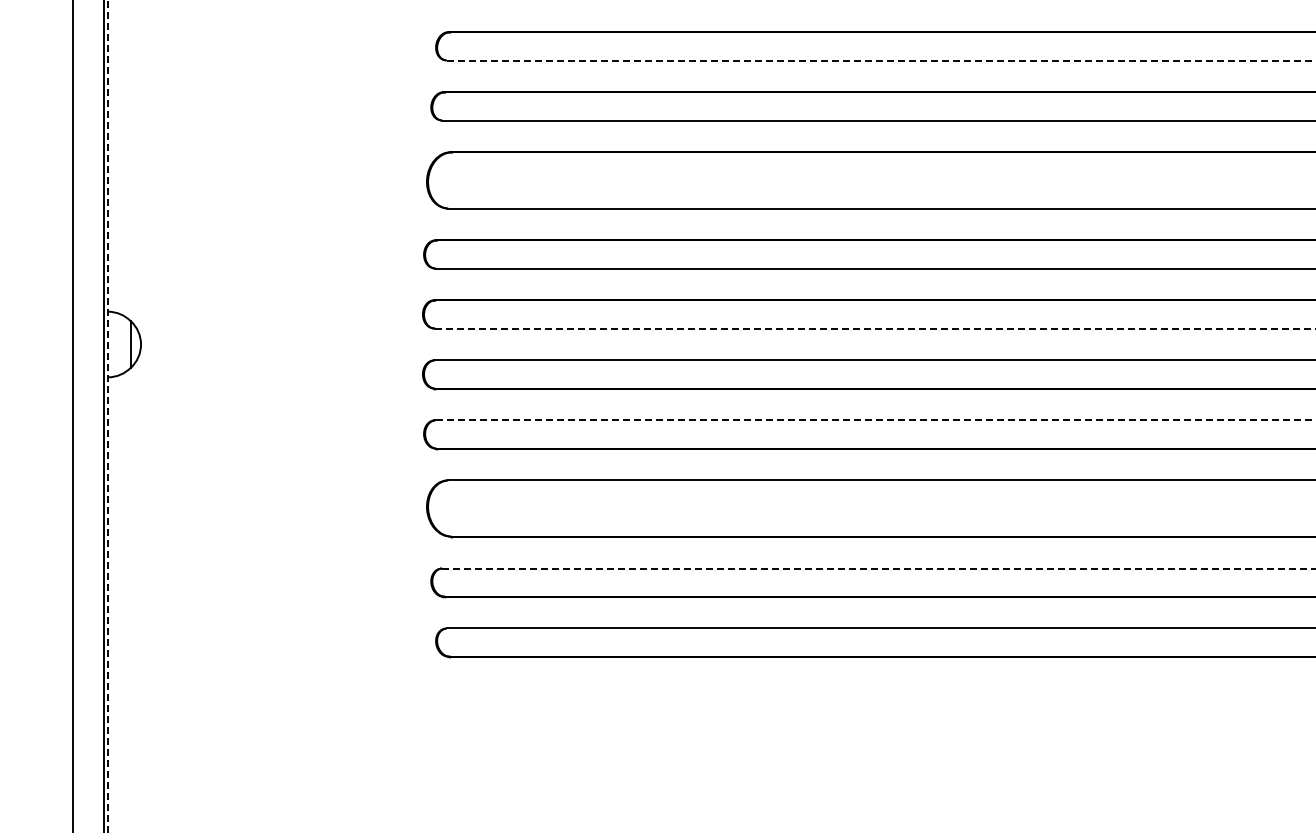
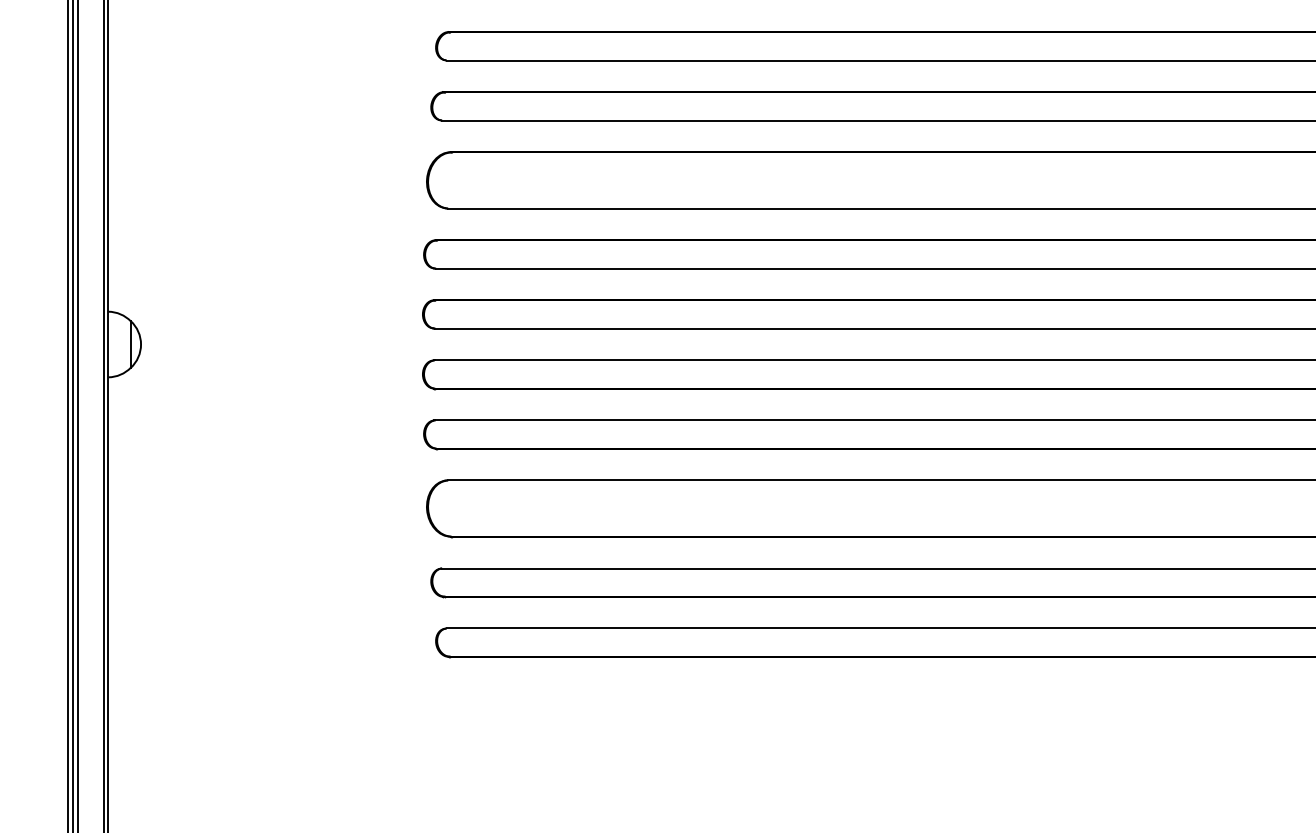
line at (881, 60): dashed -> solid
line at (875, 328): dashed -> solid
line at (68, 415): none -> present
line at (77, 415): none -> present
line at (108, 415): dashed -> solid
line at (875, 420): dashed -> solid
line at (879, 568): dashed -> solid
